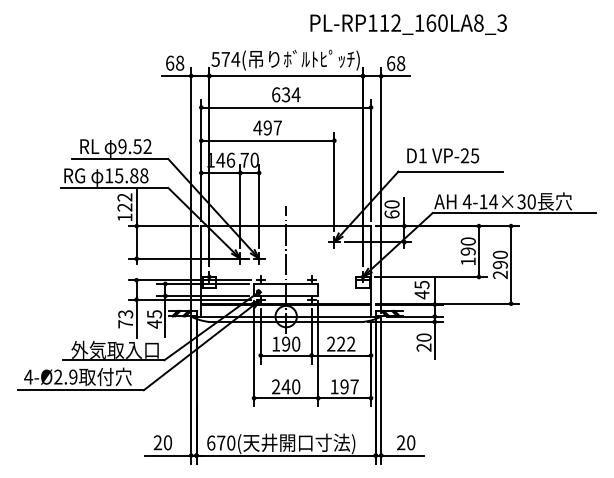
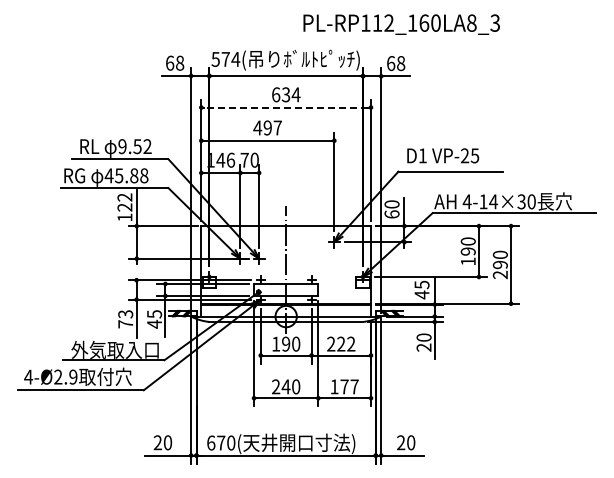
text at (408, 24) position: (408, 24) -> (401, 24)
line at (285, 107): solid -> dashed
text at (108, 175): 15.88 -> 45.88
text at (344, 386): 197 -> 177
